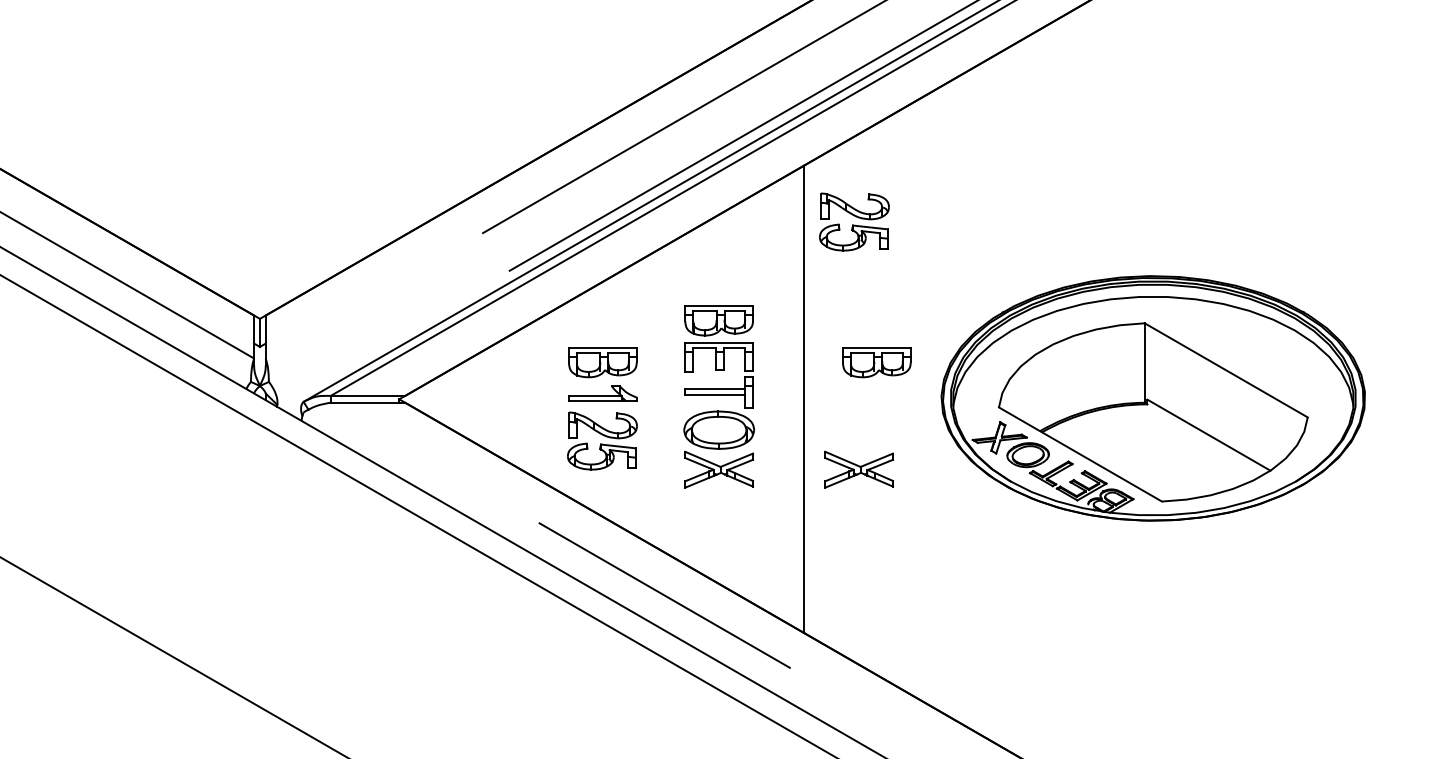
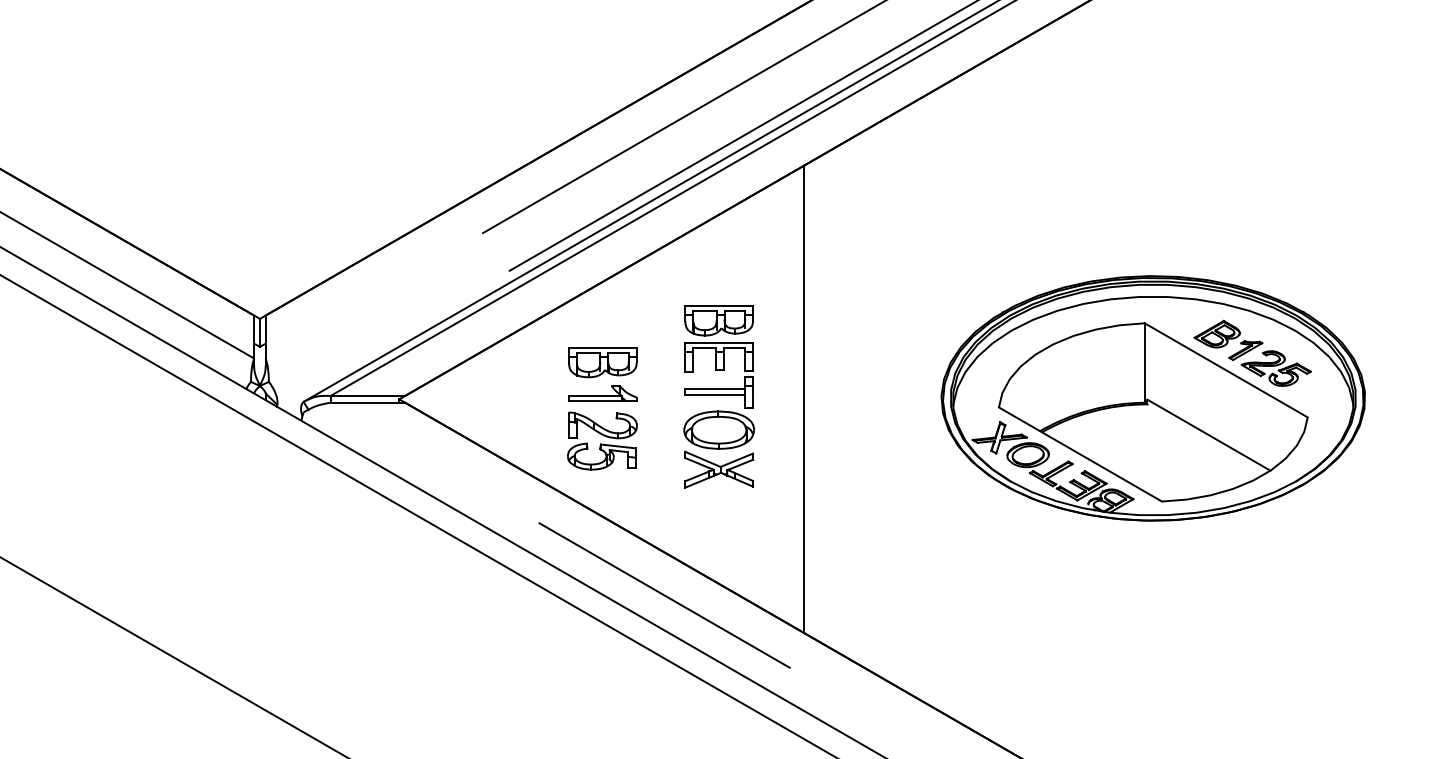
part at (854, 221): present -> none
part at (1252, 352): none -> present
part at (876, 362): present -> none
part at (859, 469): present -> none
